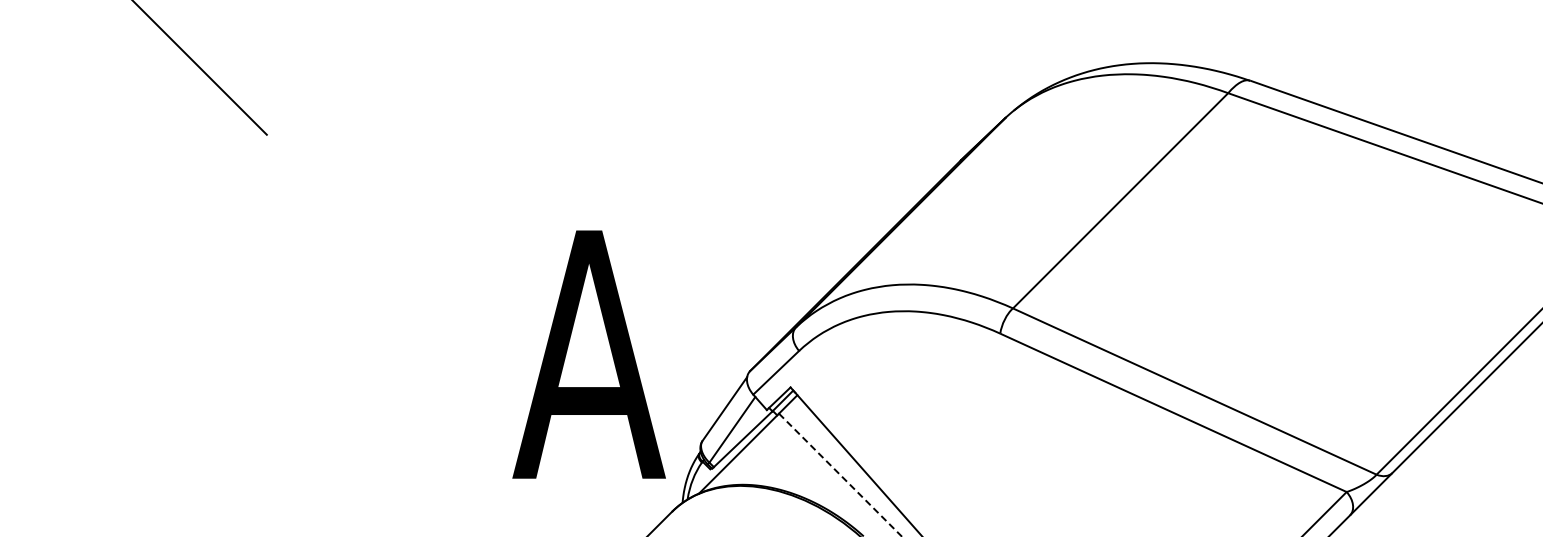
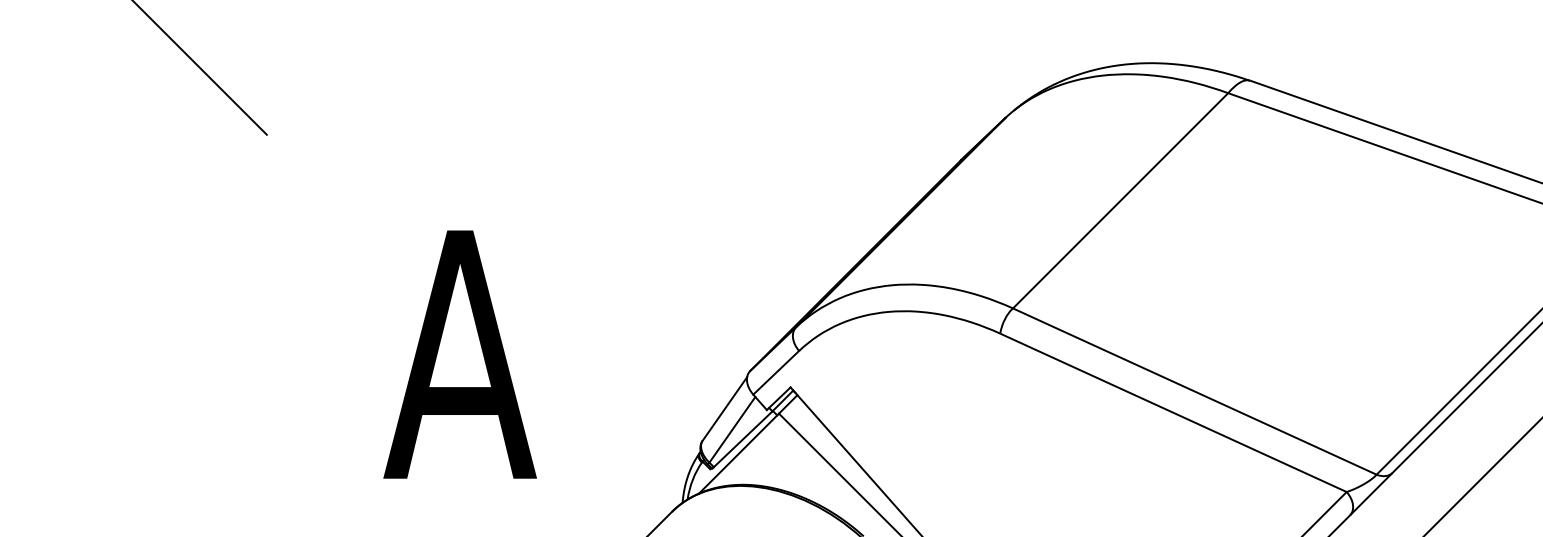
text at (588, 354) position: (588, 354) -> (459, 354)
line at (840, 475): dashed -> solid
line at (1482, 476): none -> present
